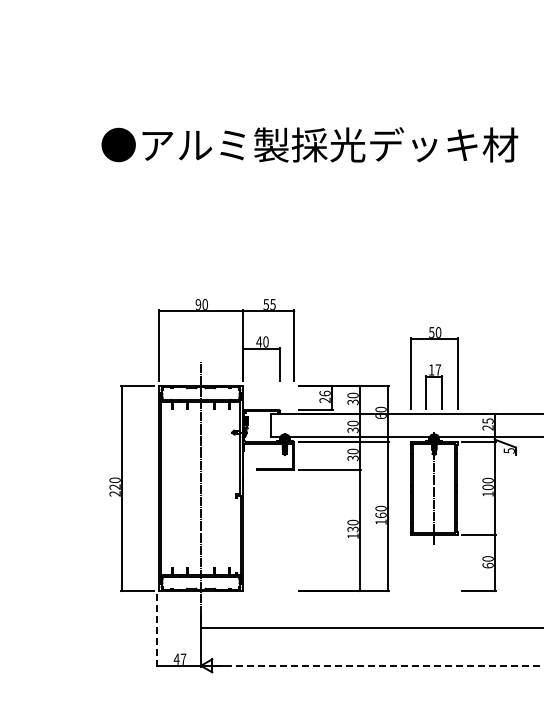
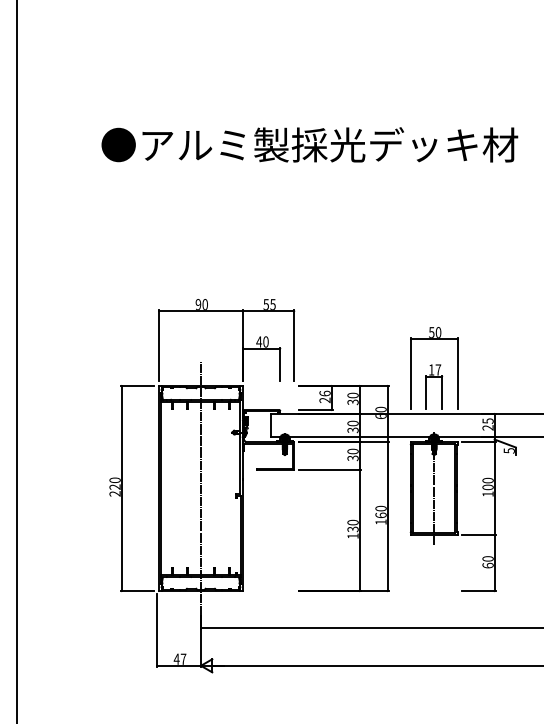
line at (16, 361): none -> present
line at (157, 631): dashed -> solid
line at (378, 665): dashed -> solid
